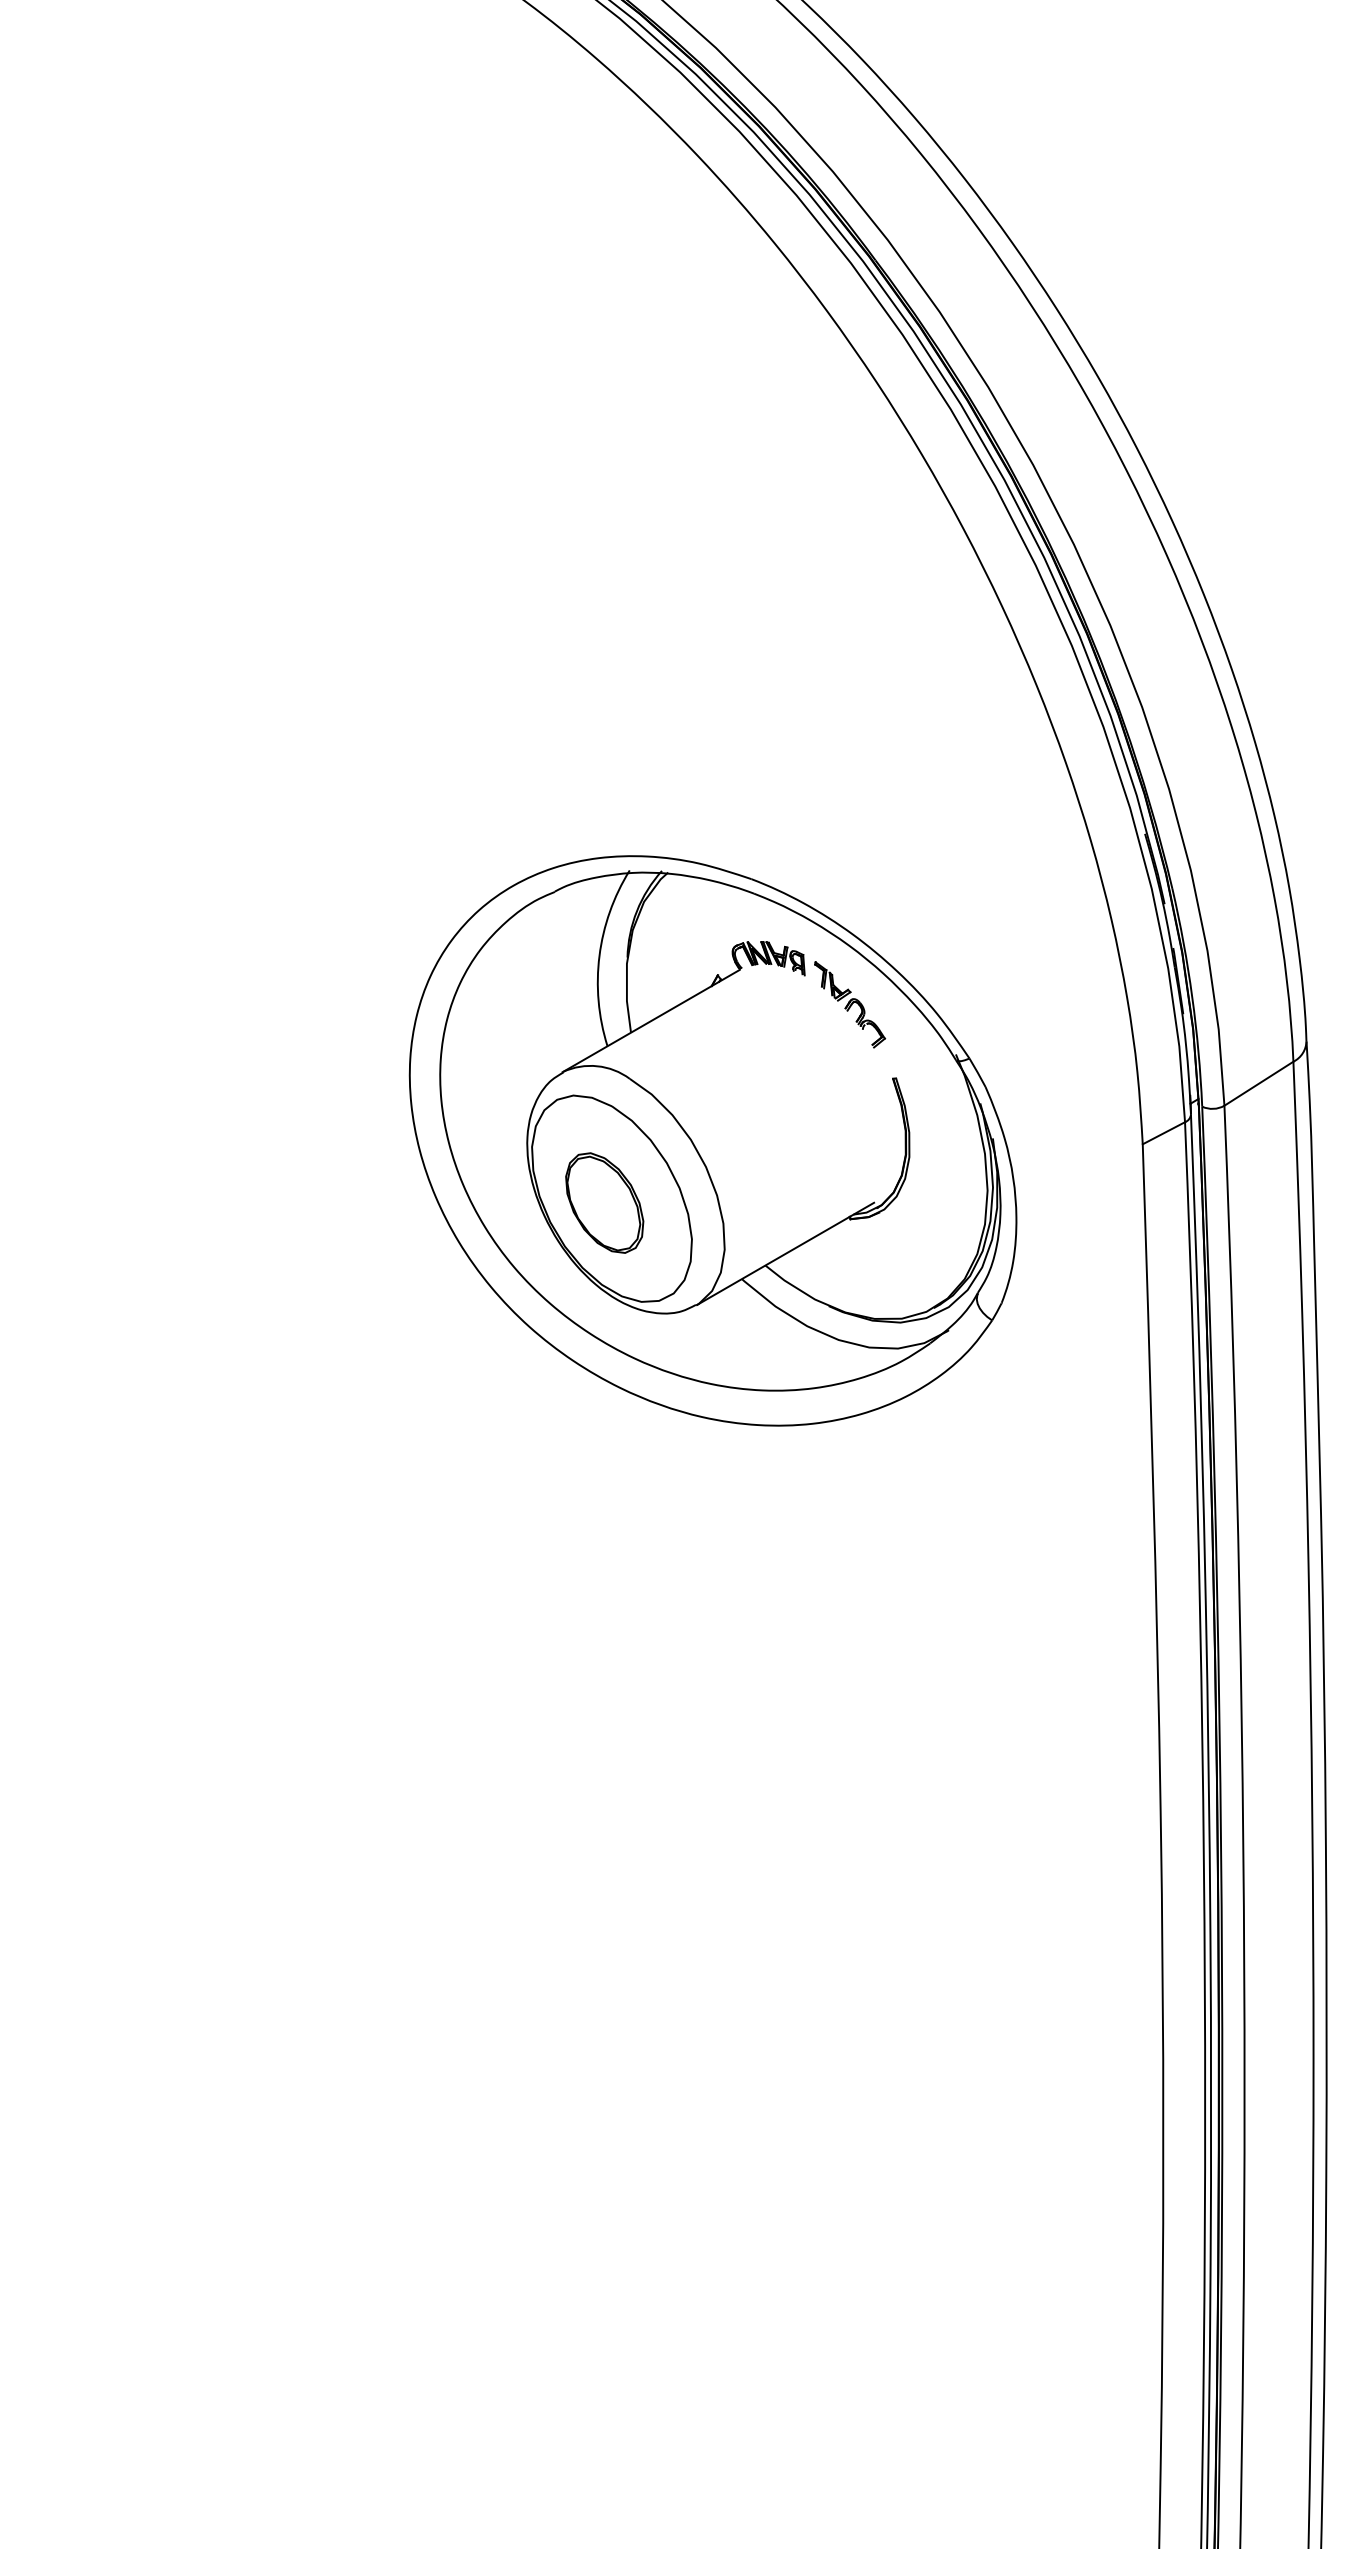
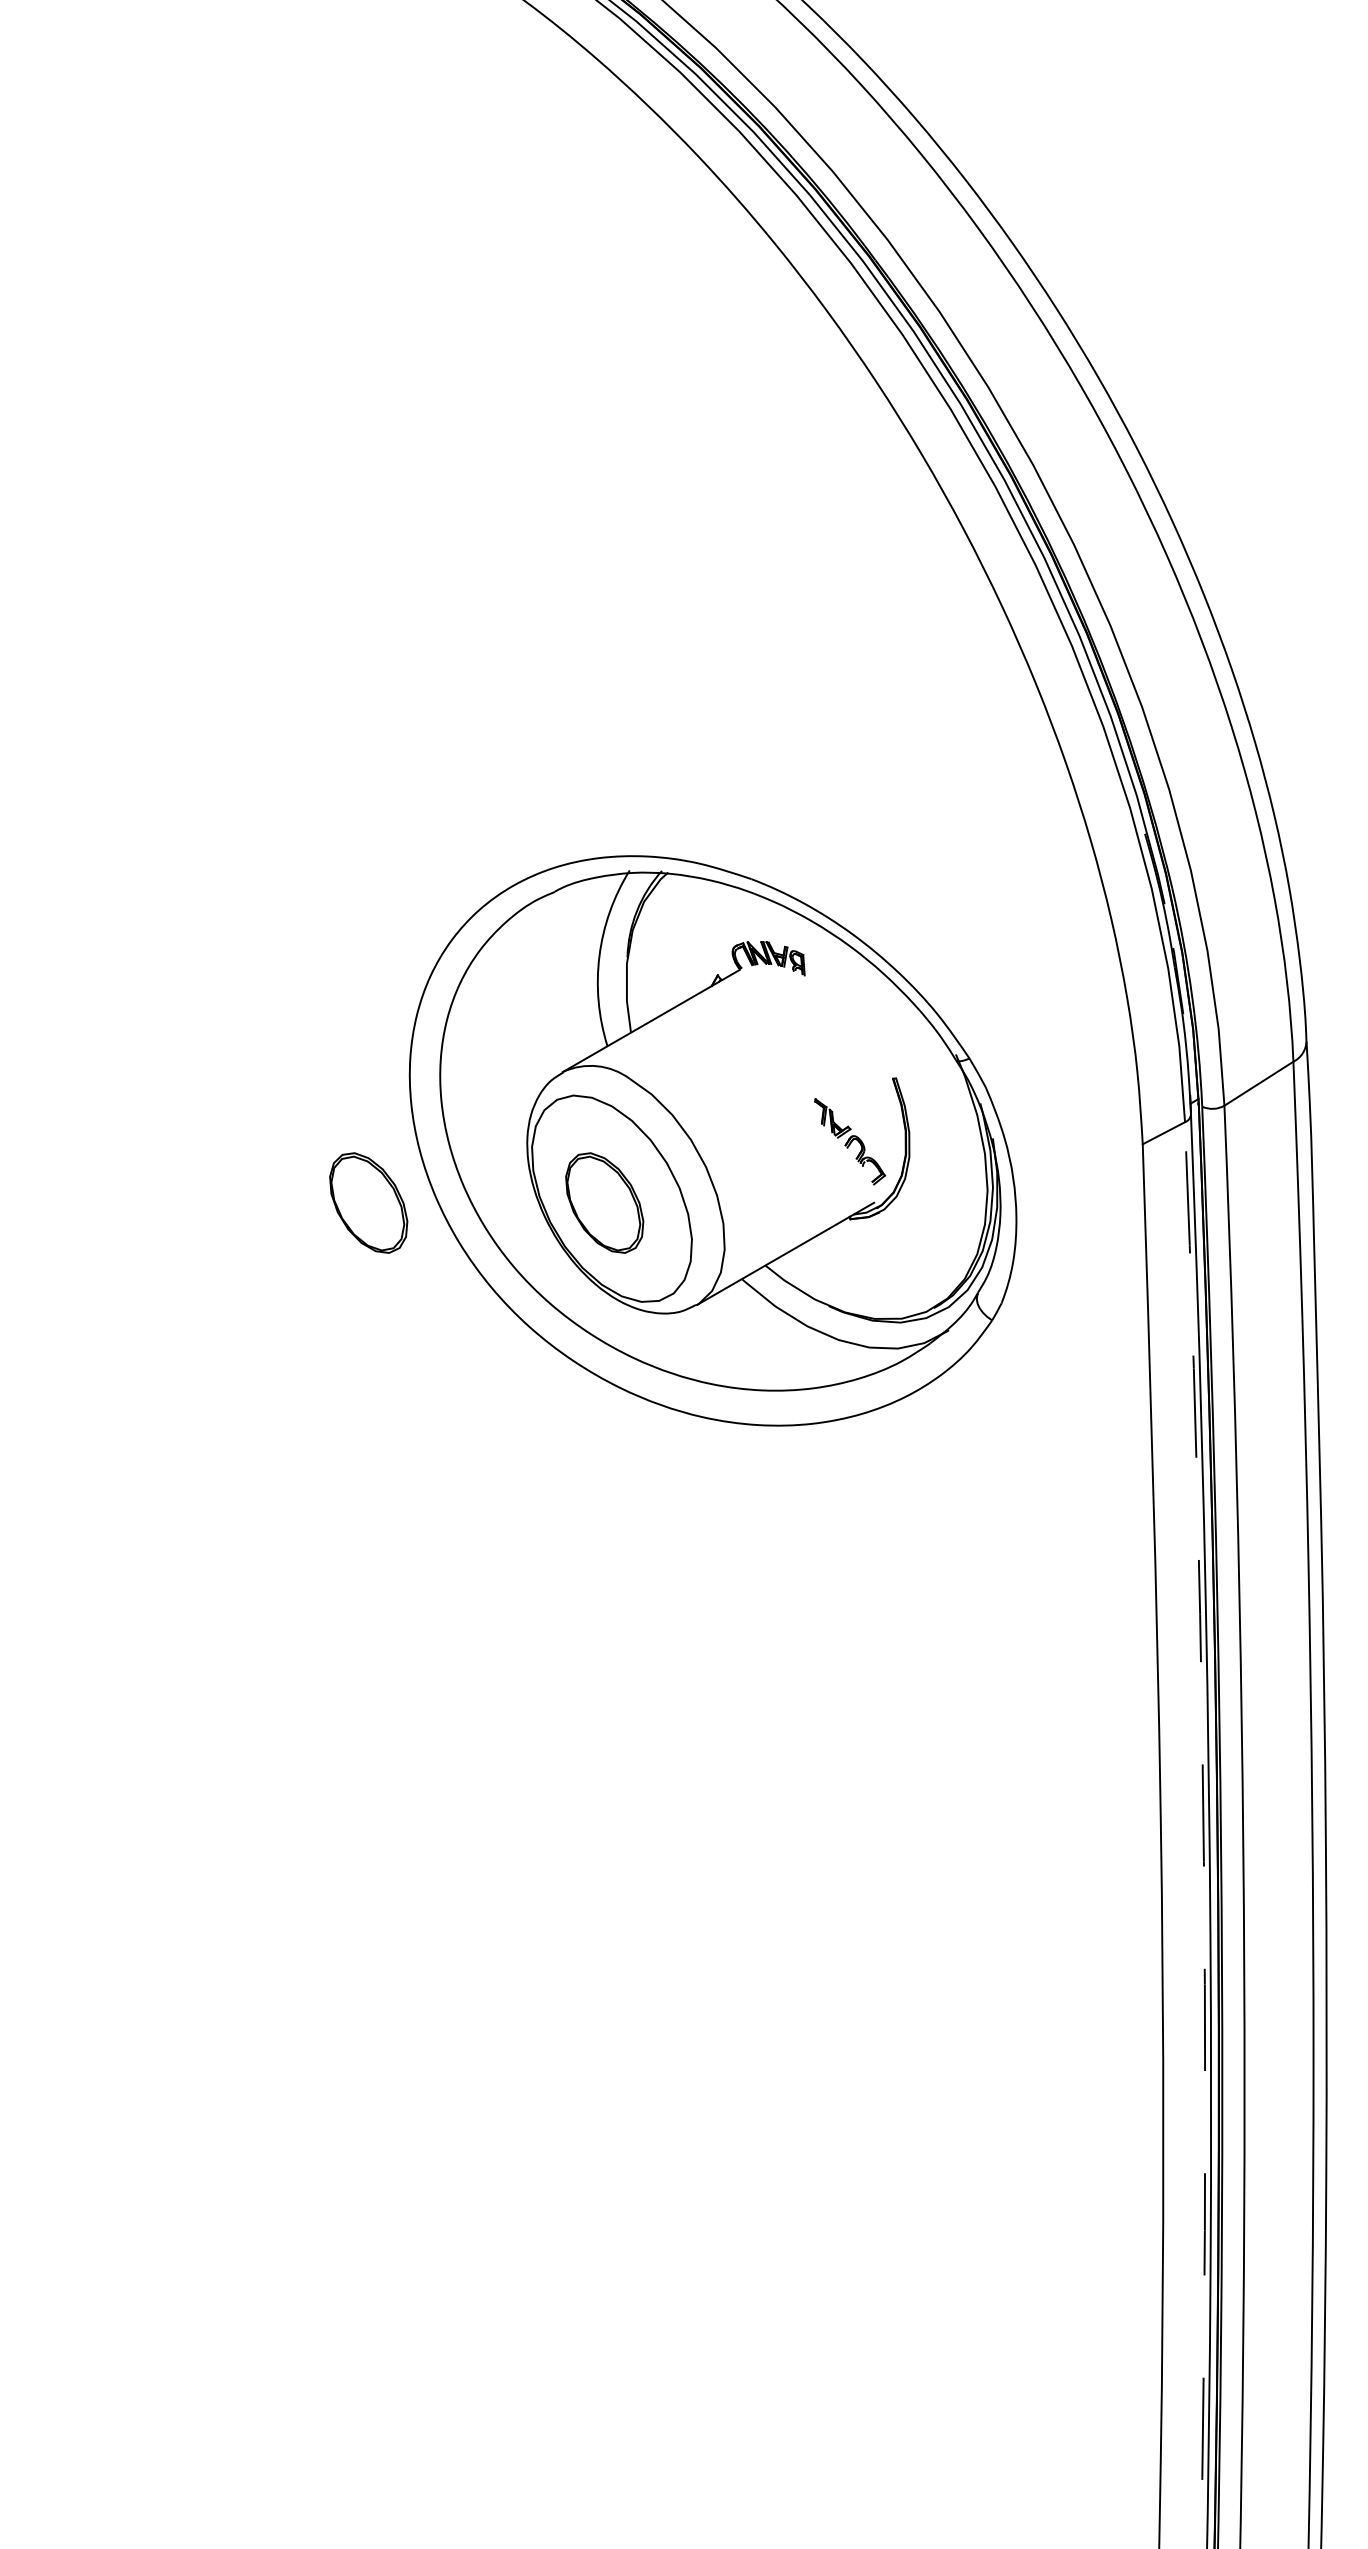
part at (850, 1004) position: (850, 1004) -> (850, 1141)
part at (368, 1202): none -> present
arc at (1203, 1835): solid -> dashed
